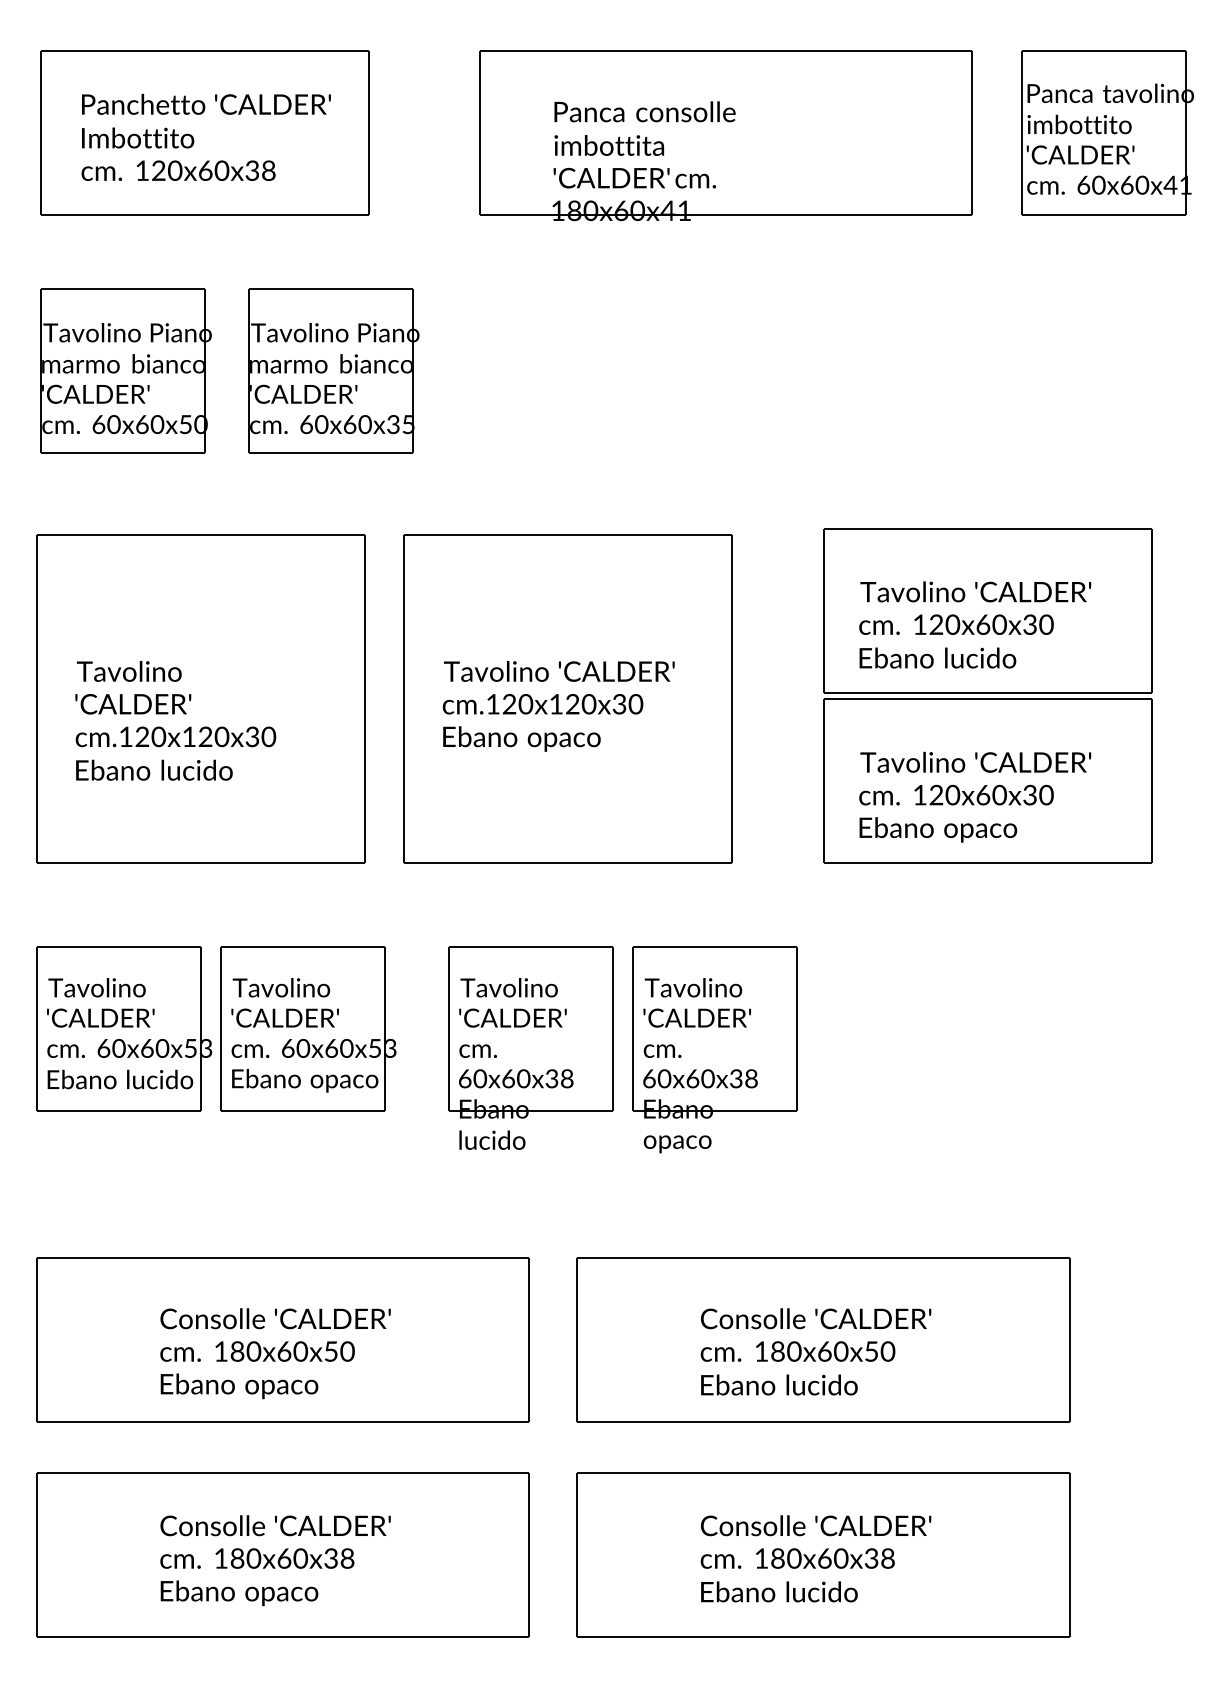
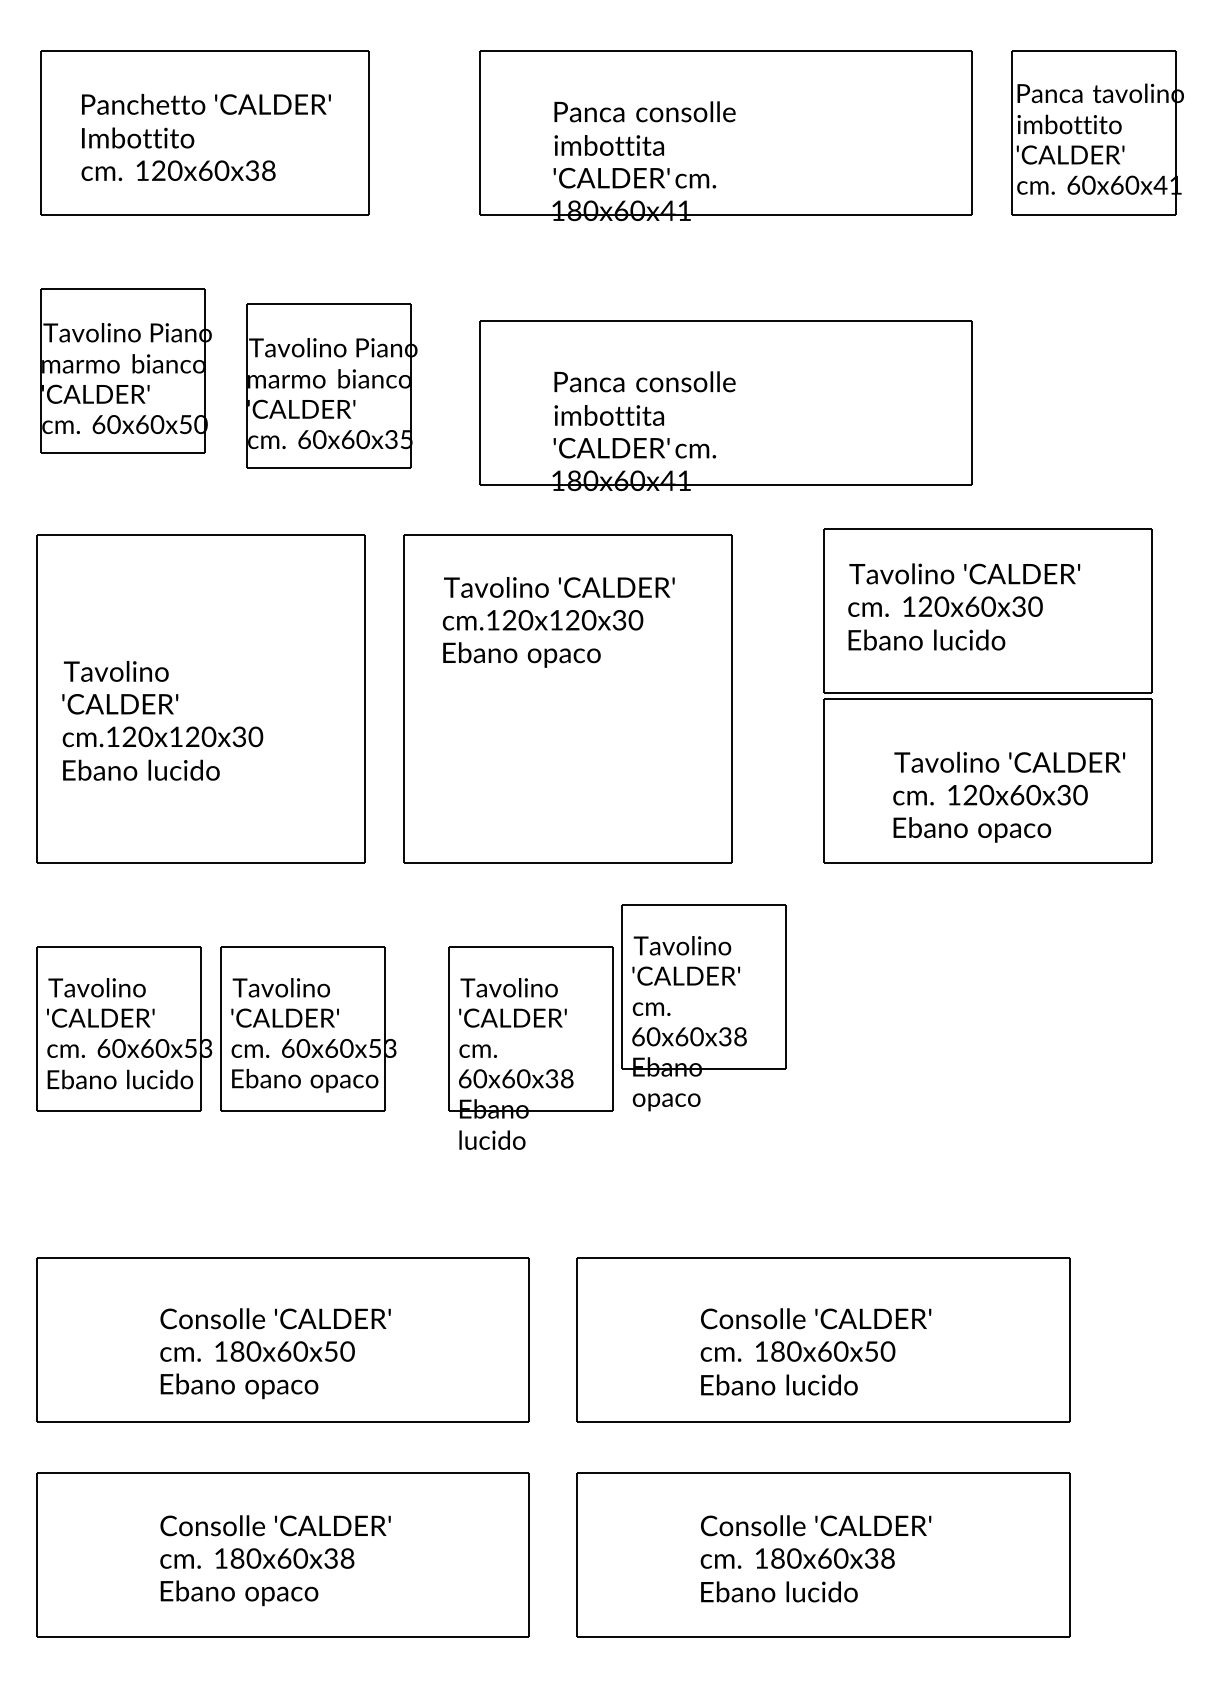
part at (1107, 132) position: (1107, 132) -> (1097, 132)
part at (333, 370) position: (333, 370) -> (331, 385)
part at (725, 405): none -> present
text at (975, 624) position: (975, 624) -> (964, 606)
text at (558, 706) position: (558, 706) -> (558, 622)
text at (175, 720) position: (175, 720) -> (162, 720)
text at (975, 796) position: (975, 796) -> (1009, 796)
part at (714, 1049) position: (714, 1049) -> (703, 1007)
